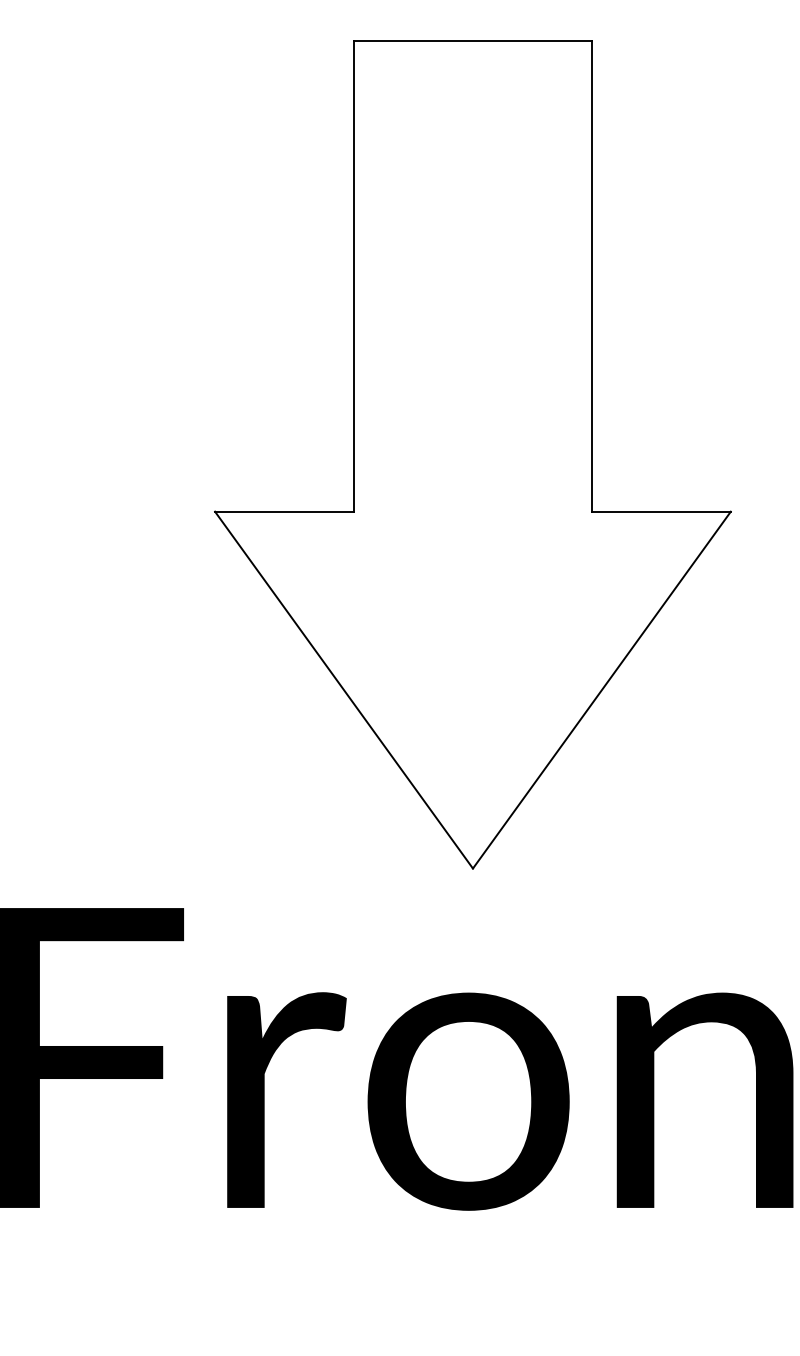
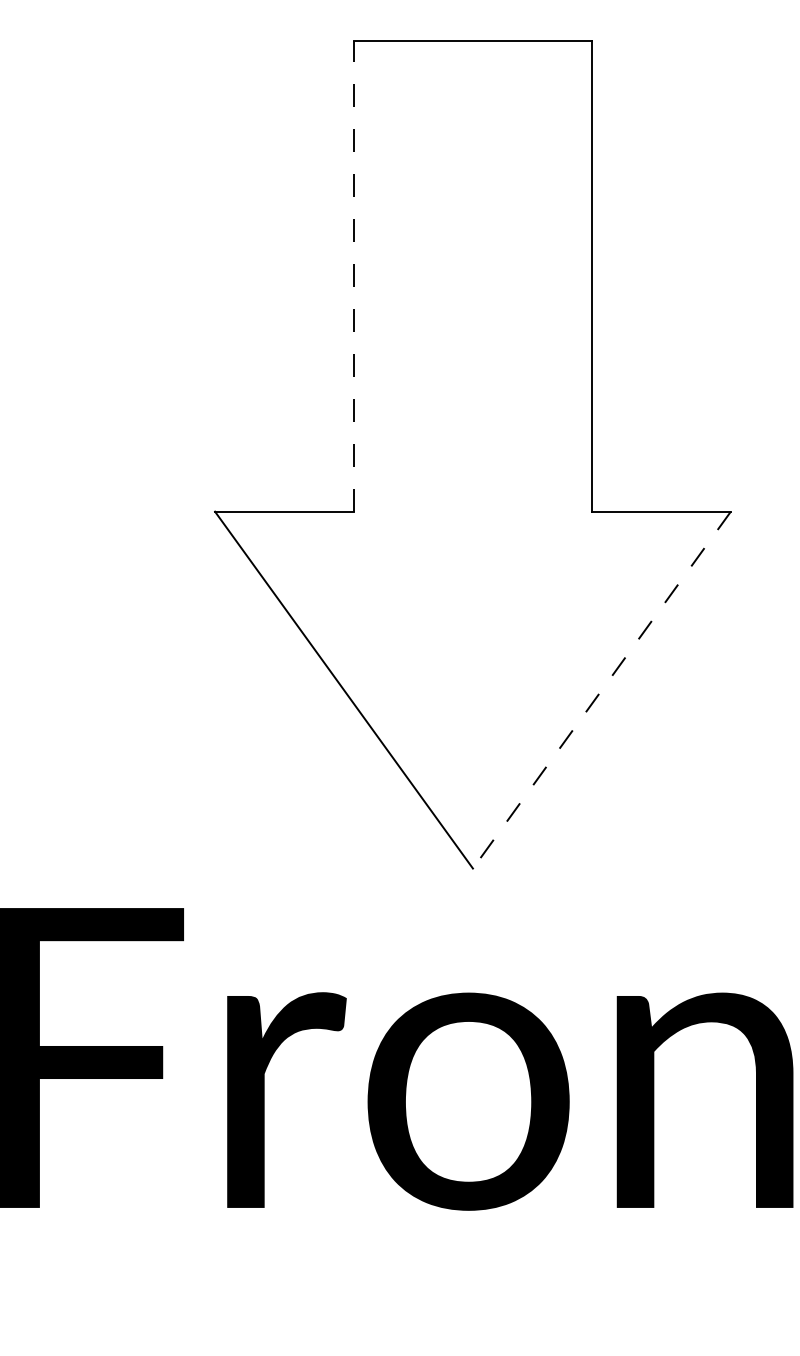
line at (353, 275): solid -> dashed
line at (601, 690): solid -> dashed
